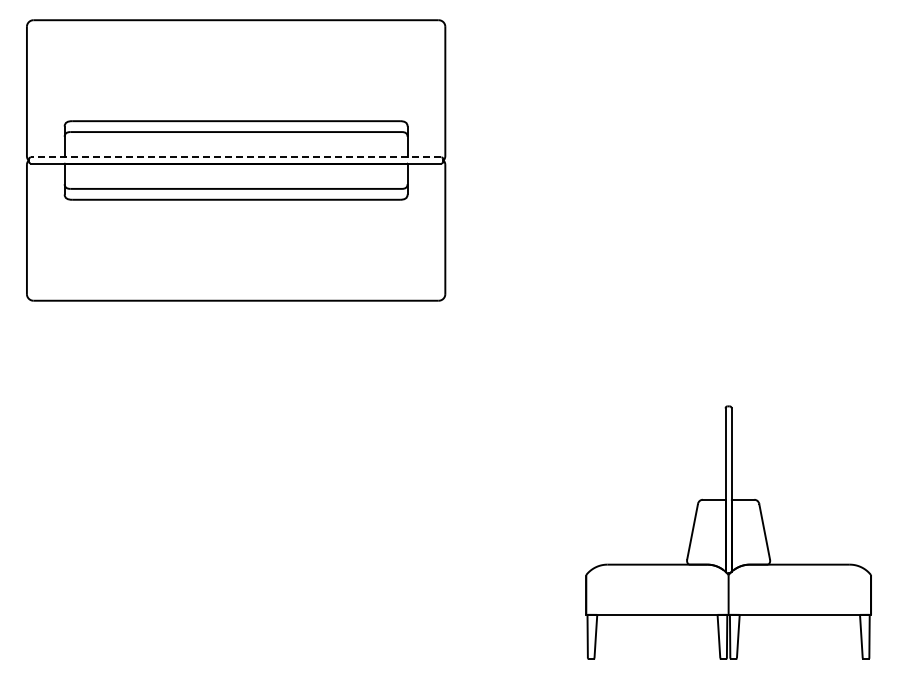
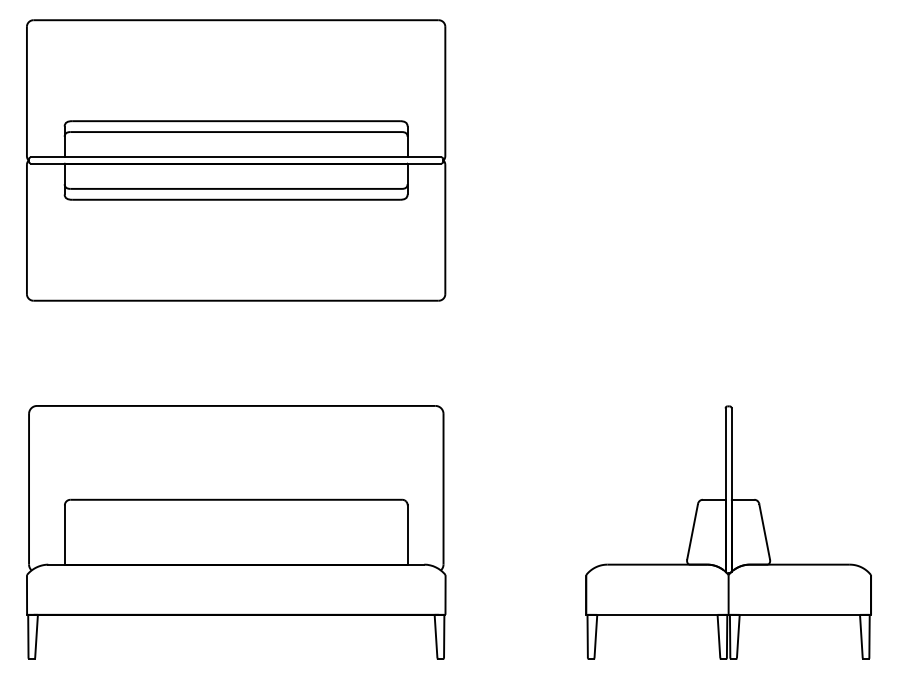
line at (235, 157): dashed -> solid
part at (236, 532): none -> present
